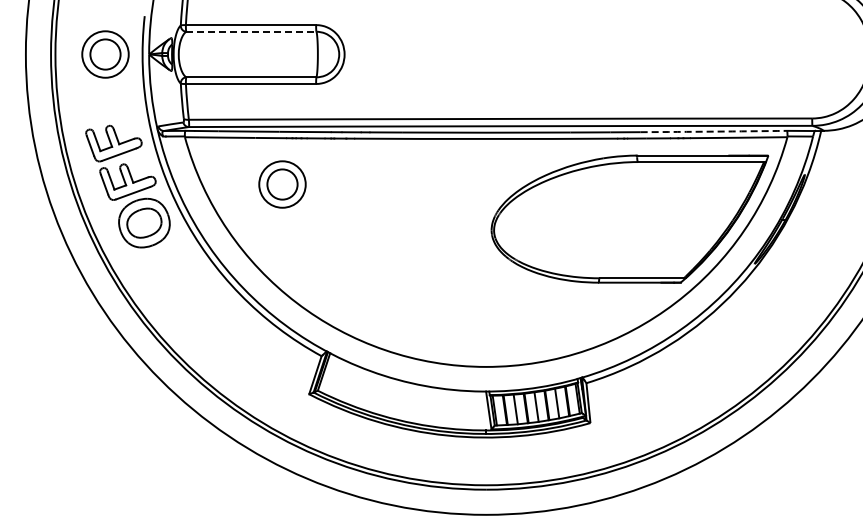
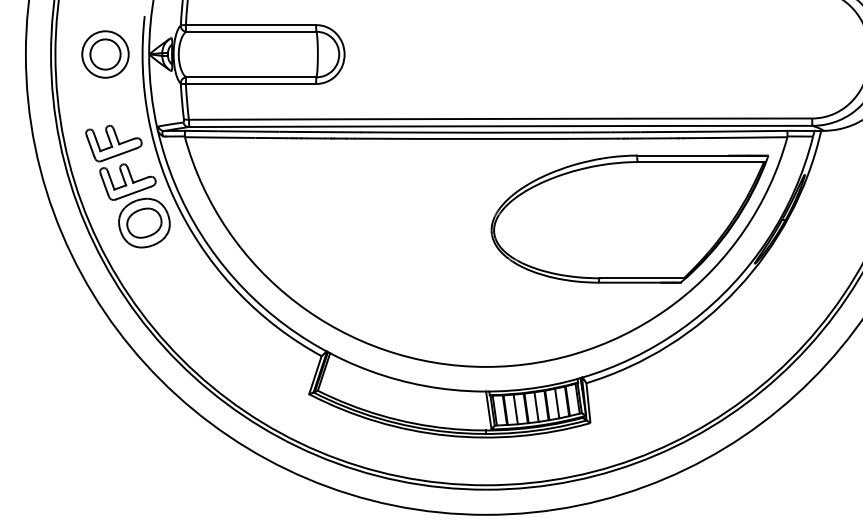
line at (251, 31): dashed -> solid
arc at (713, 131): dashed -> solid
part at (282, 184): present -> none
